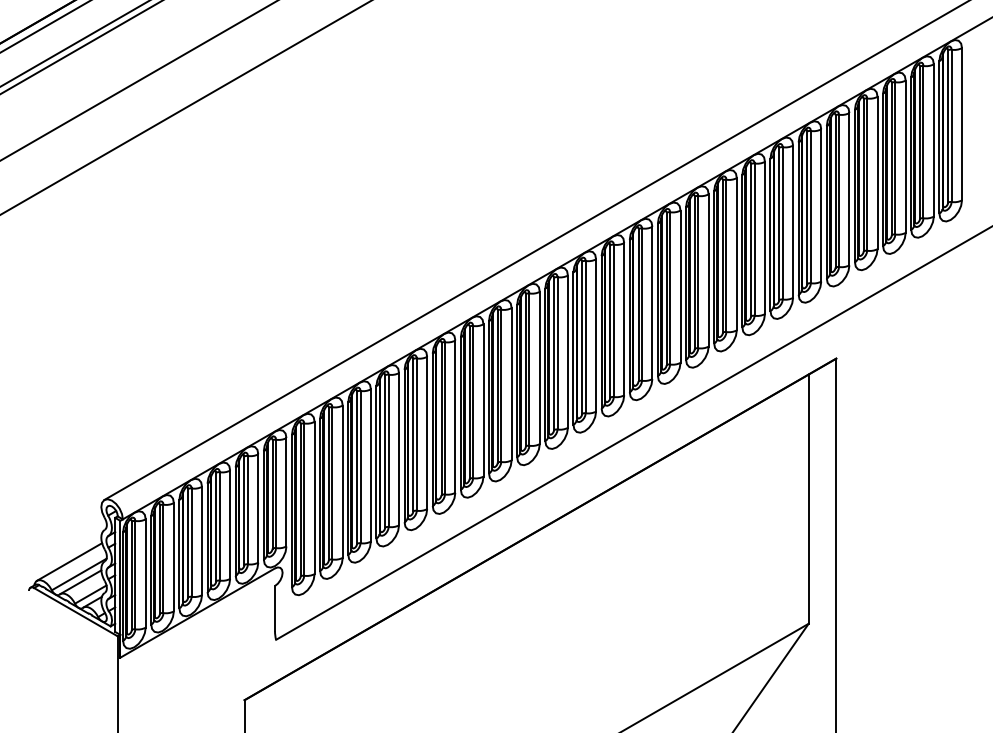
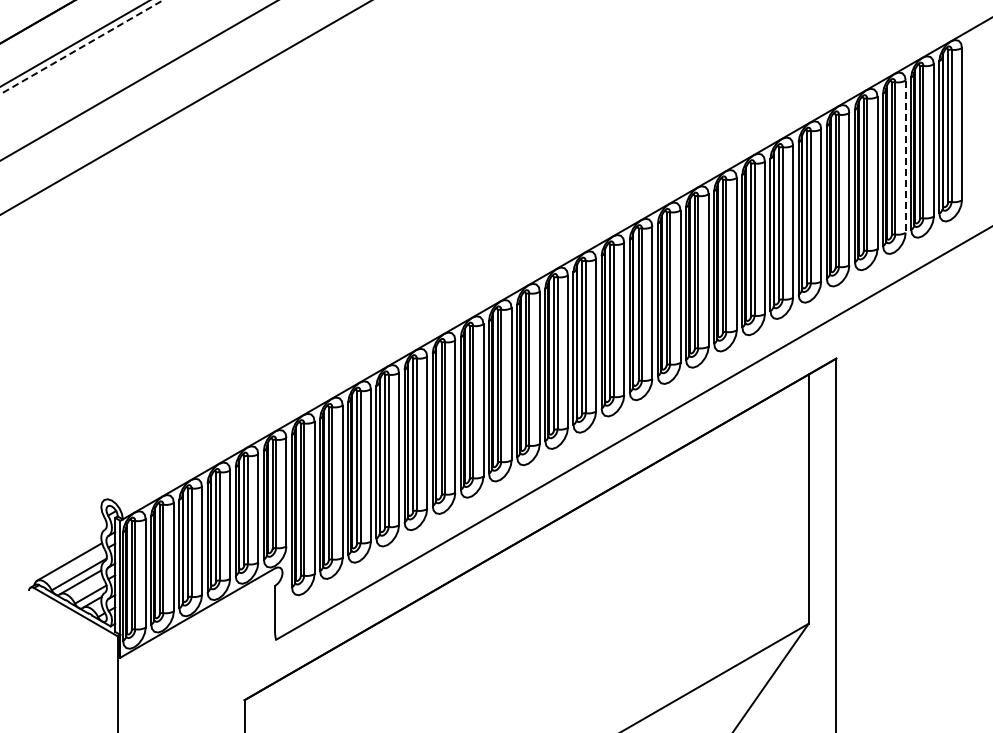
line at (45, 26): present -> none
line at (81, 47): solid -> dashed
line at (905, 157): solid -> dashed
line at (535, 250): present -> none
